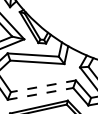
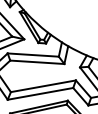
line at (42, 86): dashed -> solid
line at (40, 93): dashed -> solid
